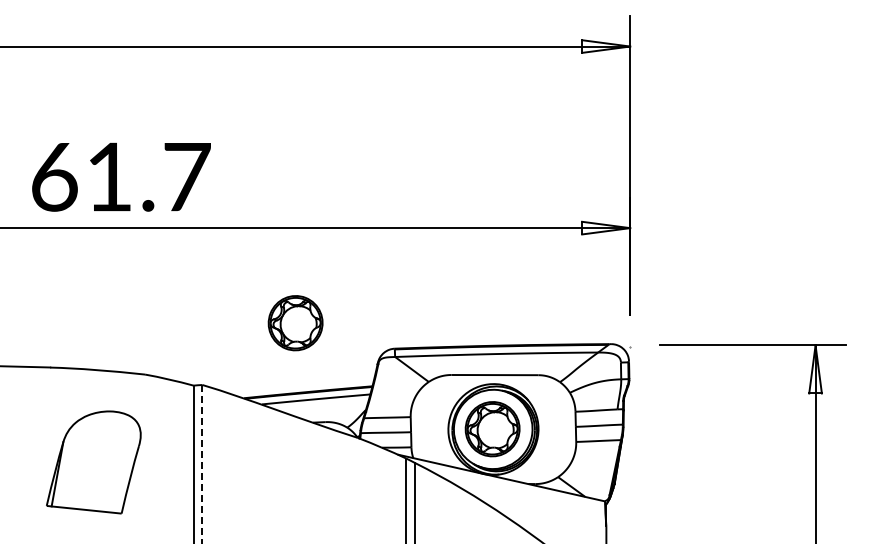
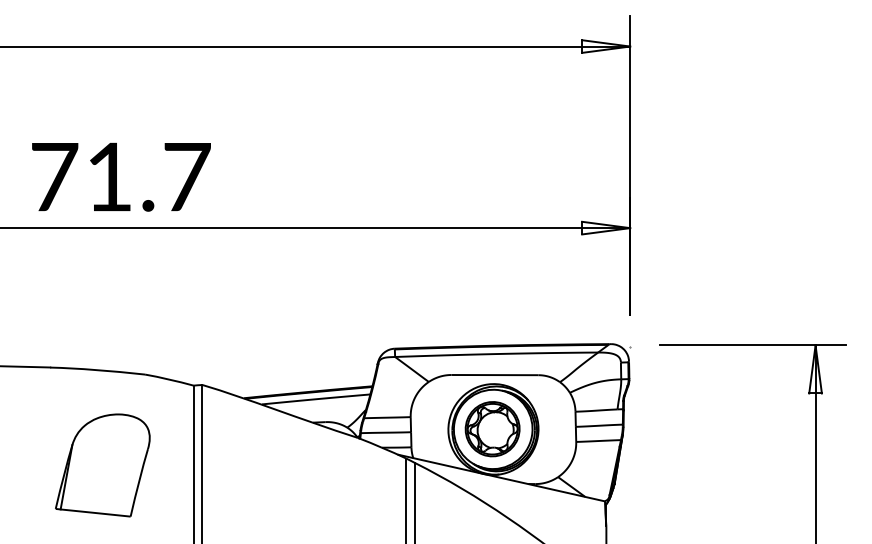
text at (55, 177): 61.7 -> 71.7
part at (295, 323): present -> none
part at (93, 462) position: (93, 462) -> (102, 465)
line at (202, 464): dashed -> solid
